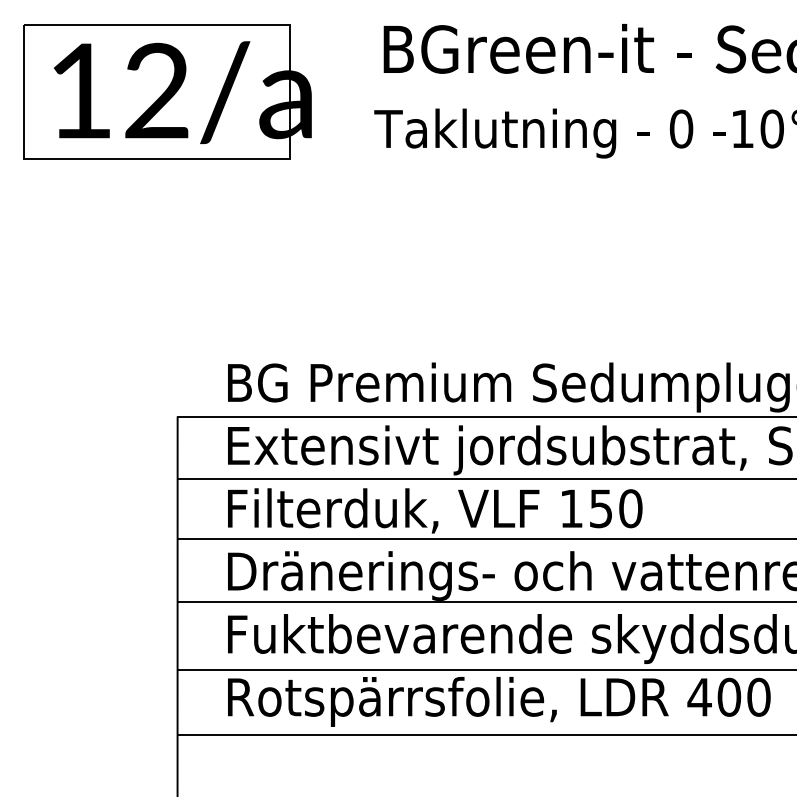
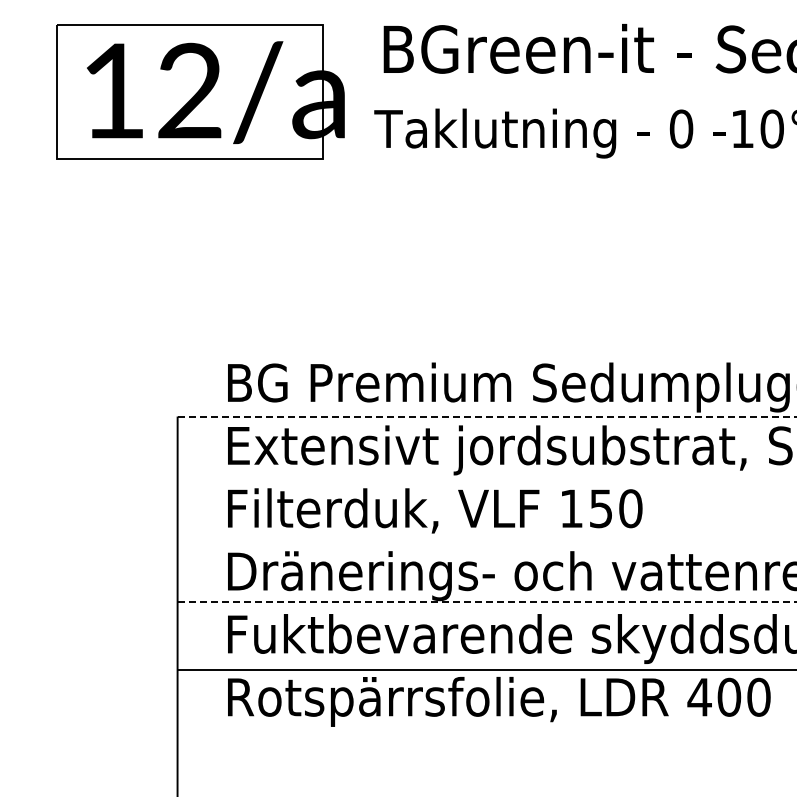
part at (167, 91) position: (167, 91) -> (200, 91)
line at (487, 417): solid -> dashed
line at (485, 479): present -> none
line at (485, 538): present -> none
line at (487, 601): solid -> dashed
line at (485, 735): present -> none
